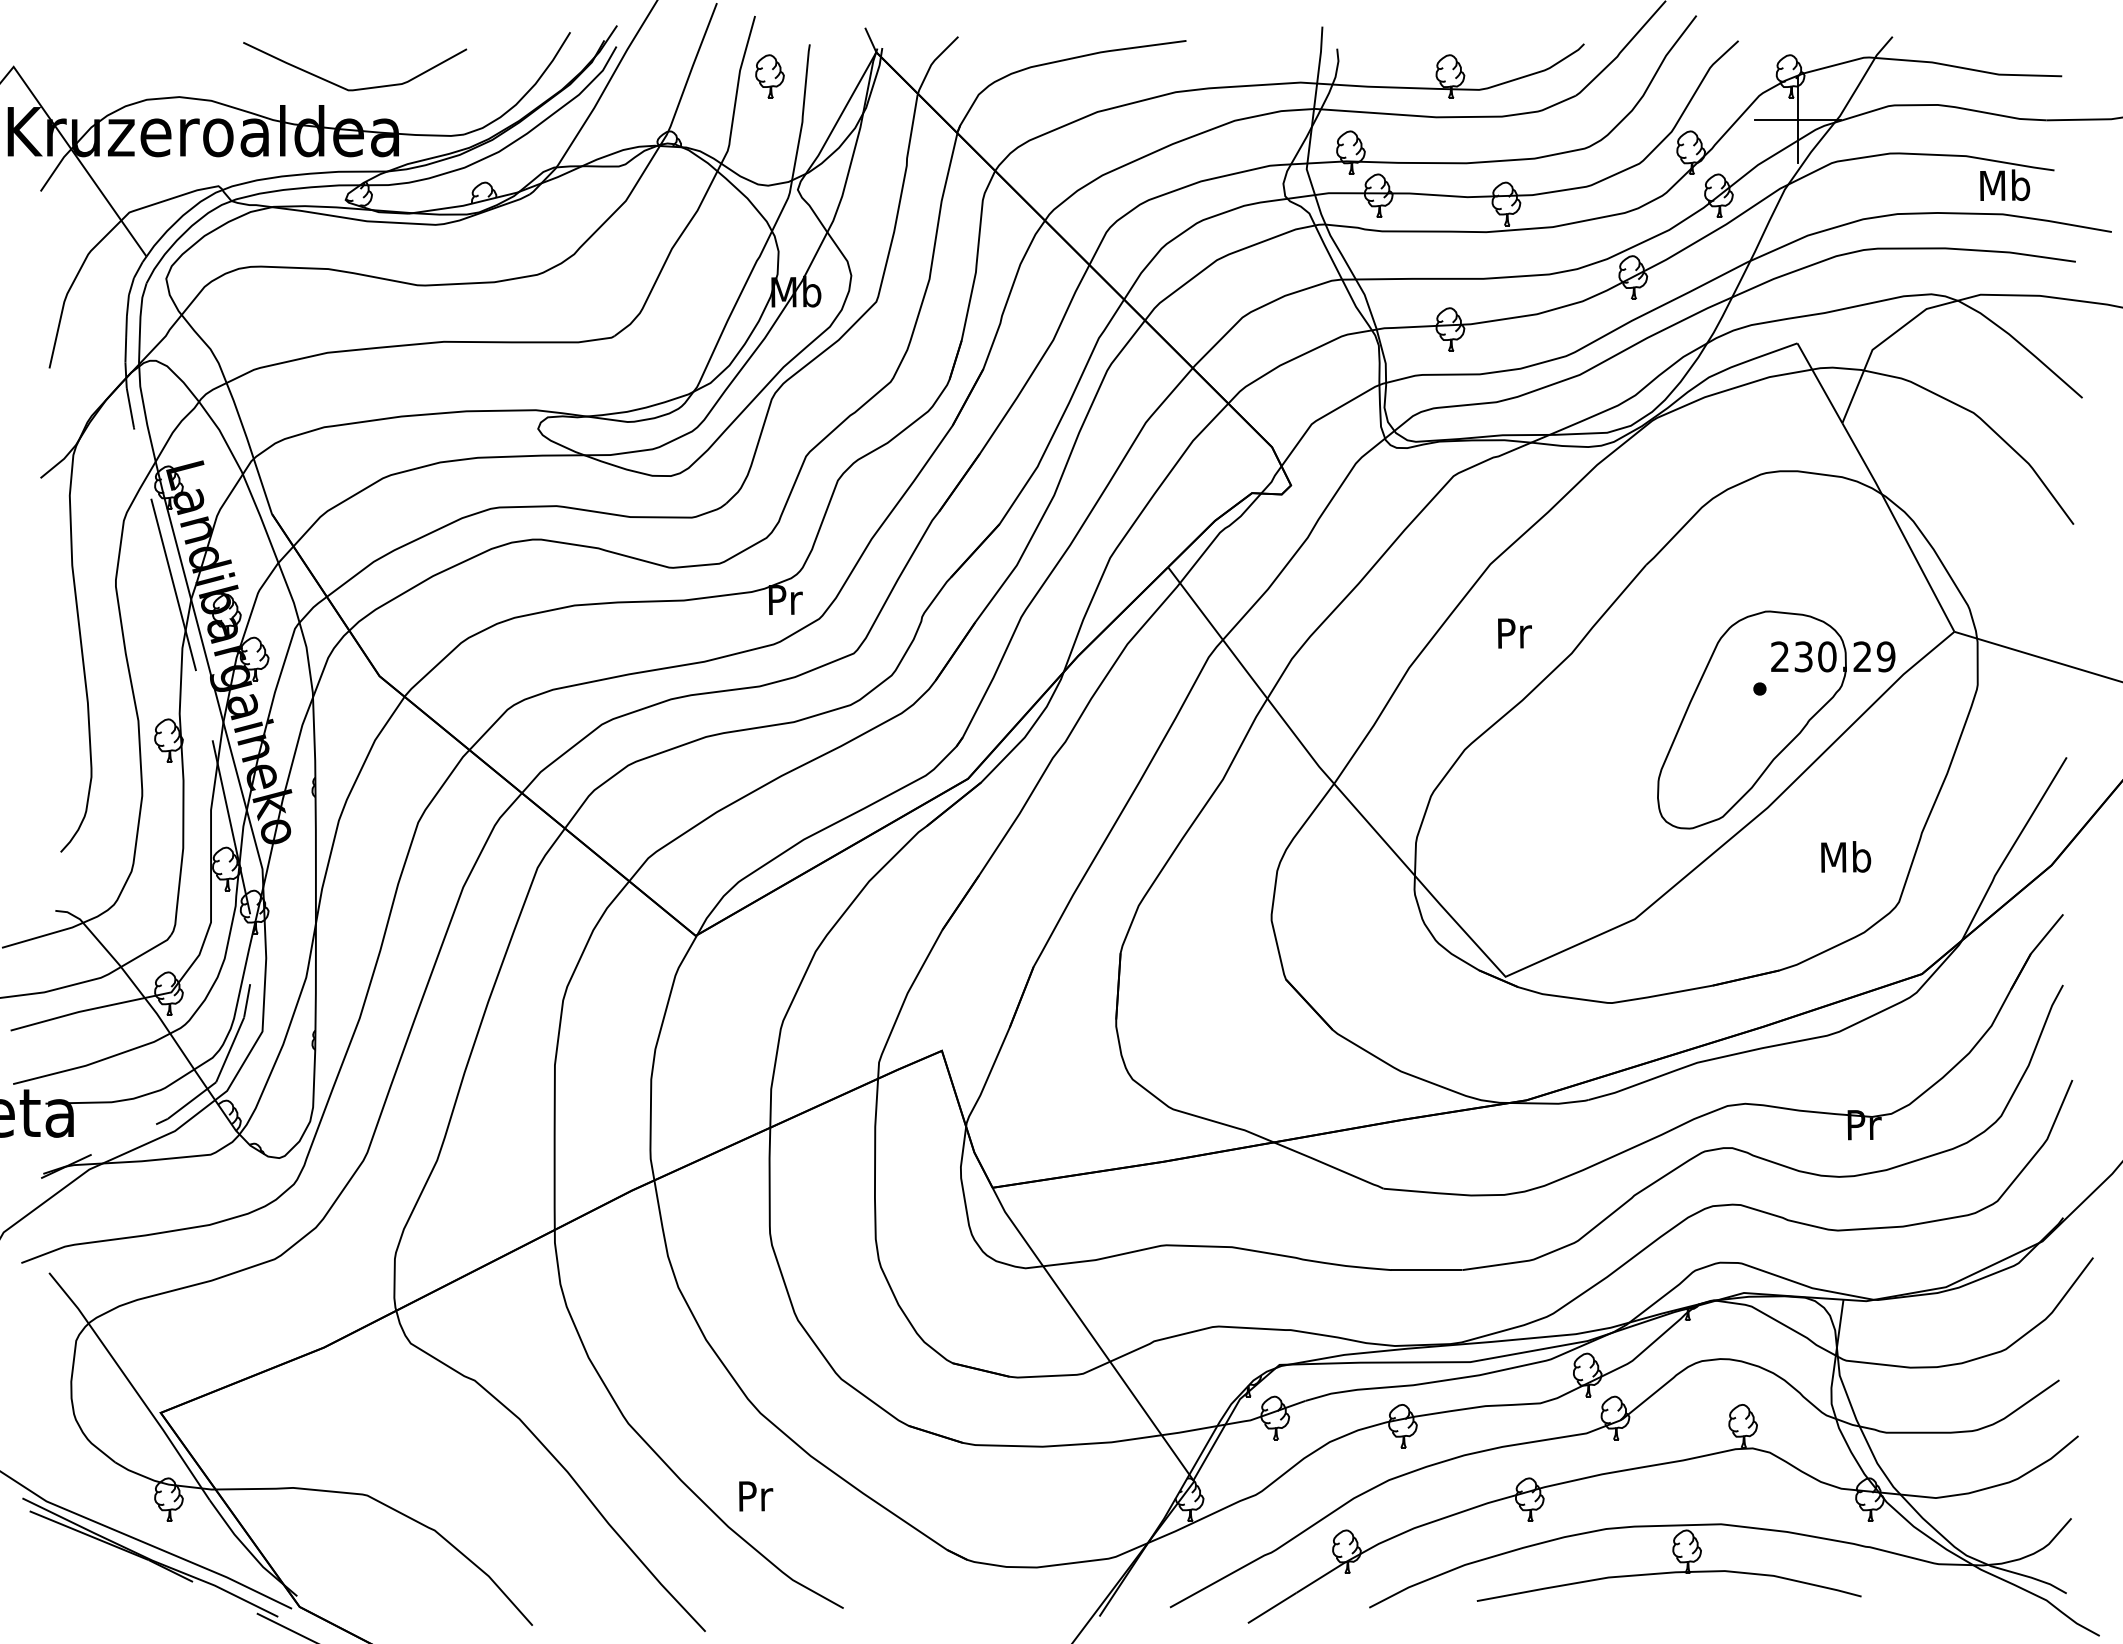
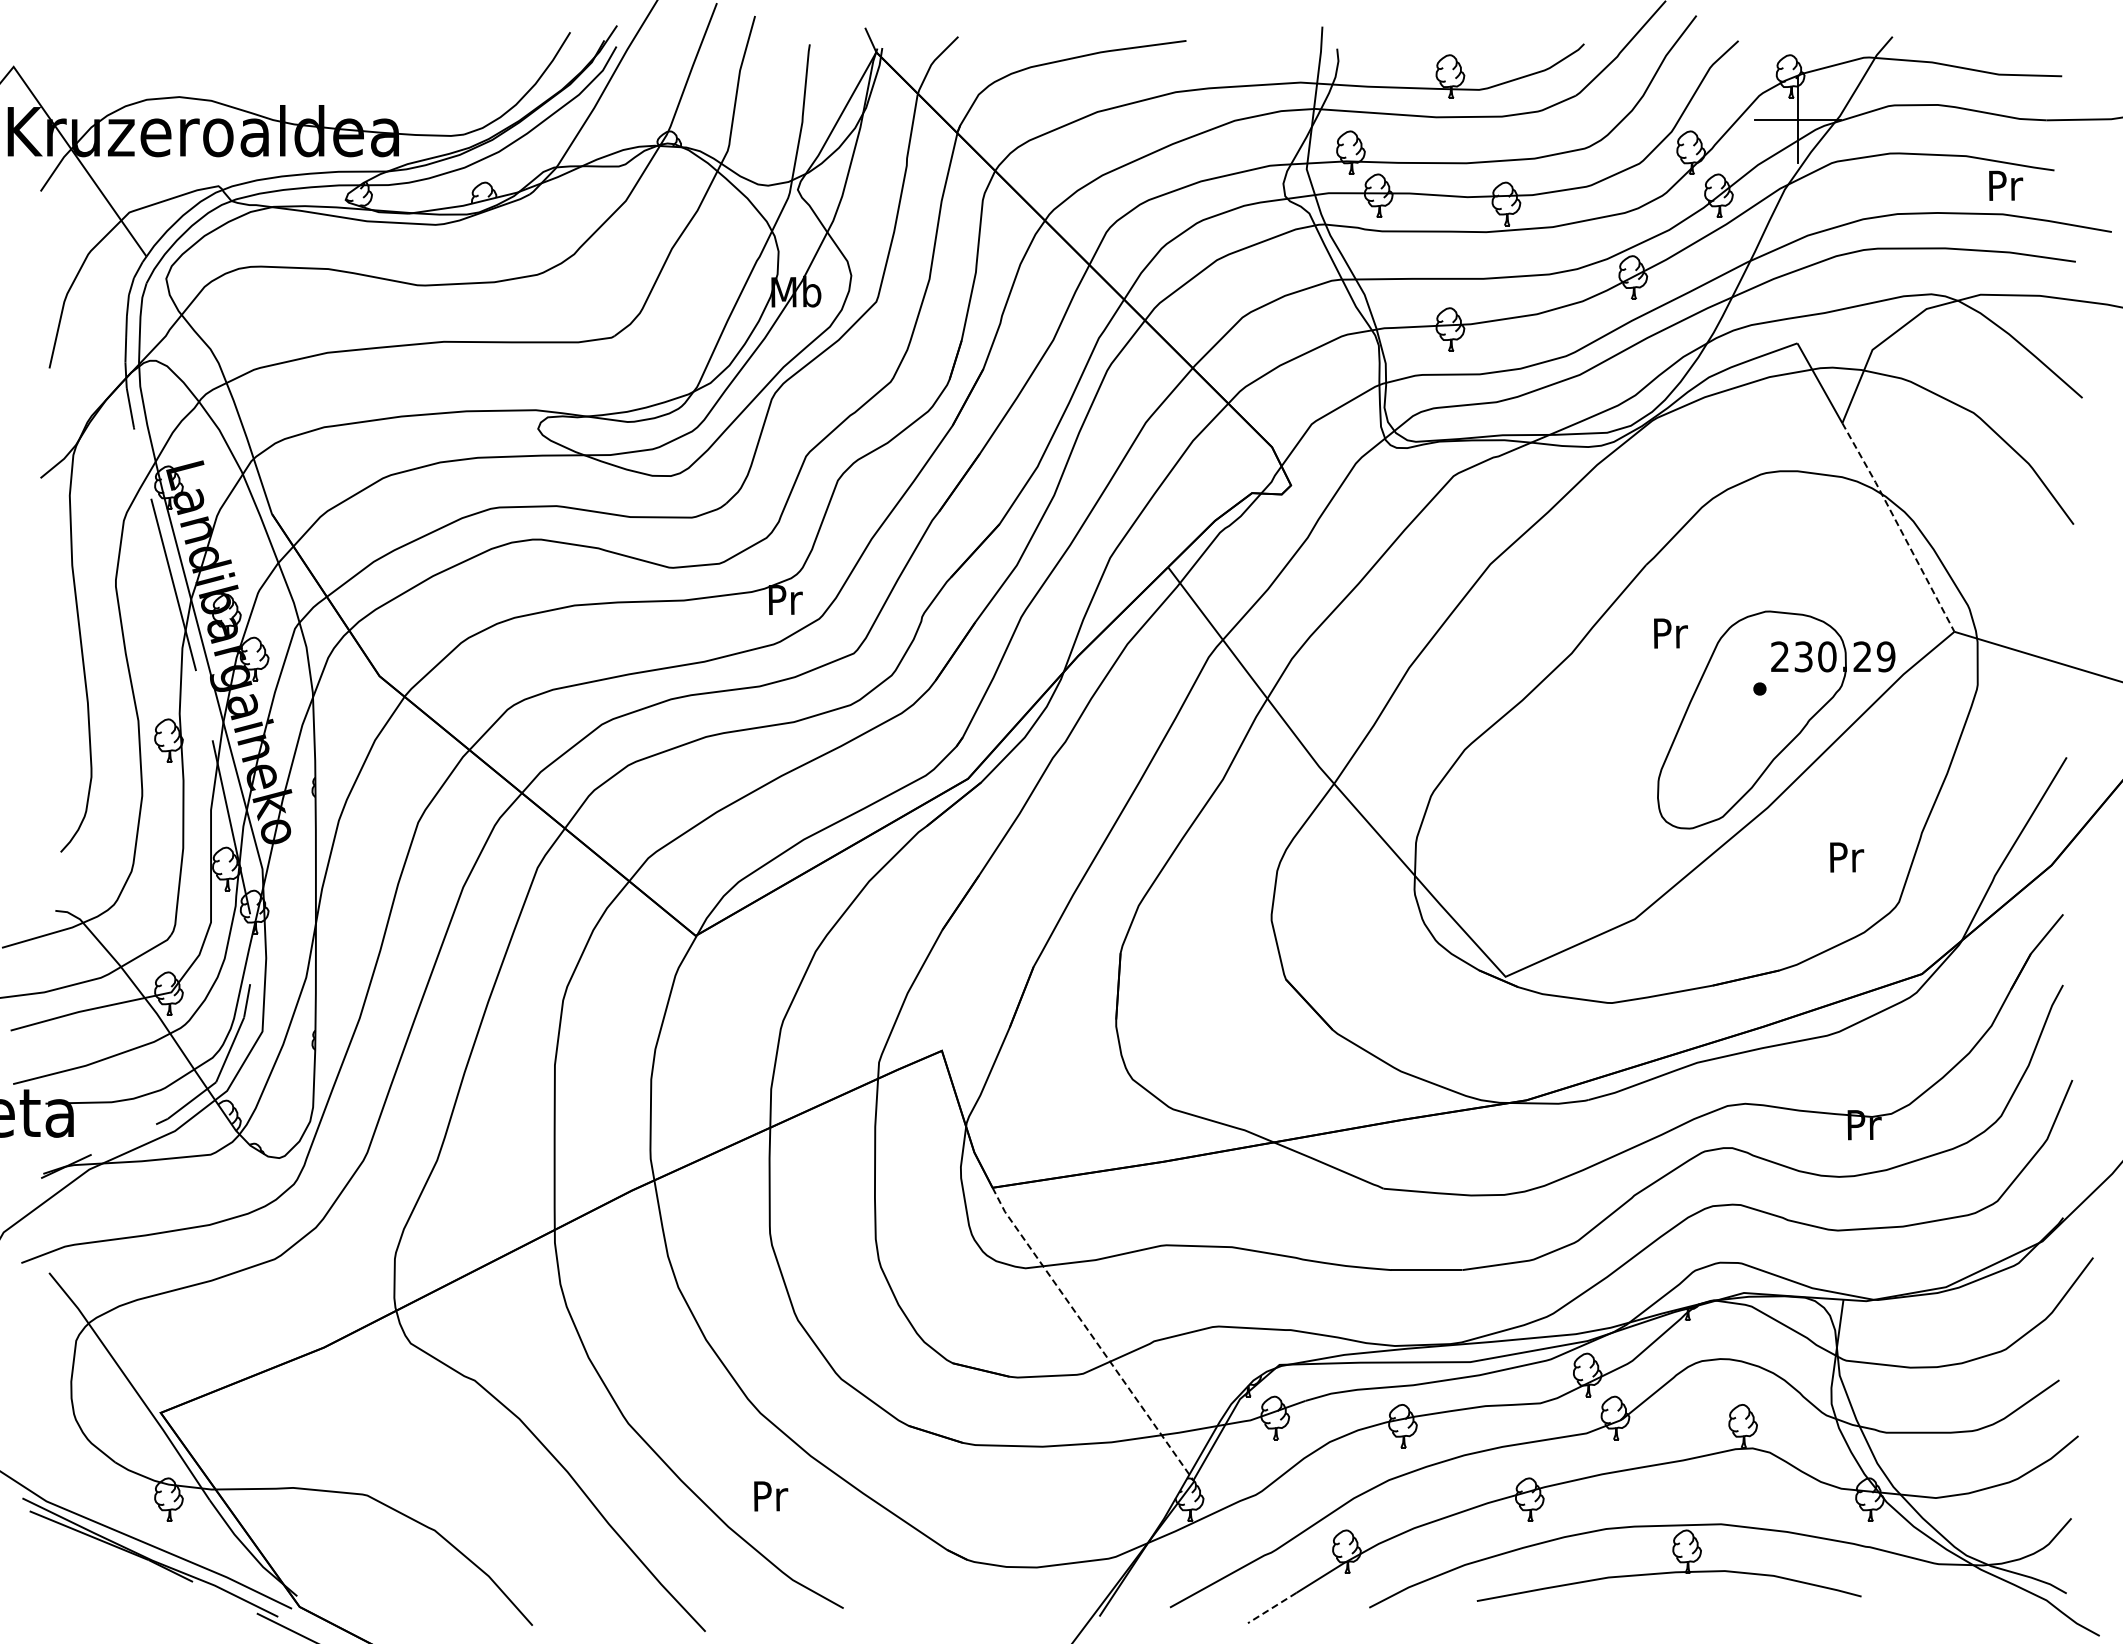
part at (769, 76): present -> none
curve at (357, 88): present -> none
text at (2005, 185): Mb -> Pr
line at (1898, 526): solid -> dashed
text at (1514, 633) position: (1514, 633) -> (1670, 633)
text at (1846, 856): Mb -> Pr
line at (1091, 1334): solid -> dashed
text at (756, 1496) position: (756, 1496) -> (771, 1496)
line at (1272, 1608): solid -> dashed
